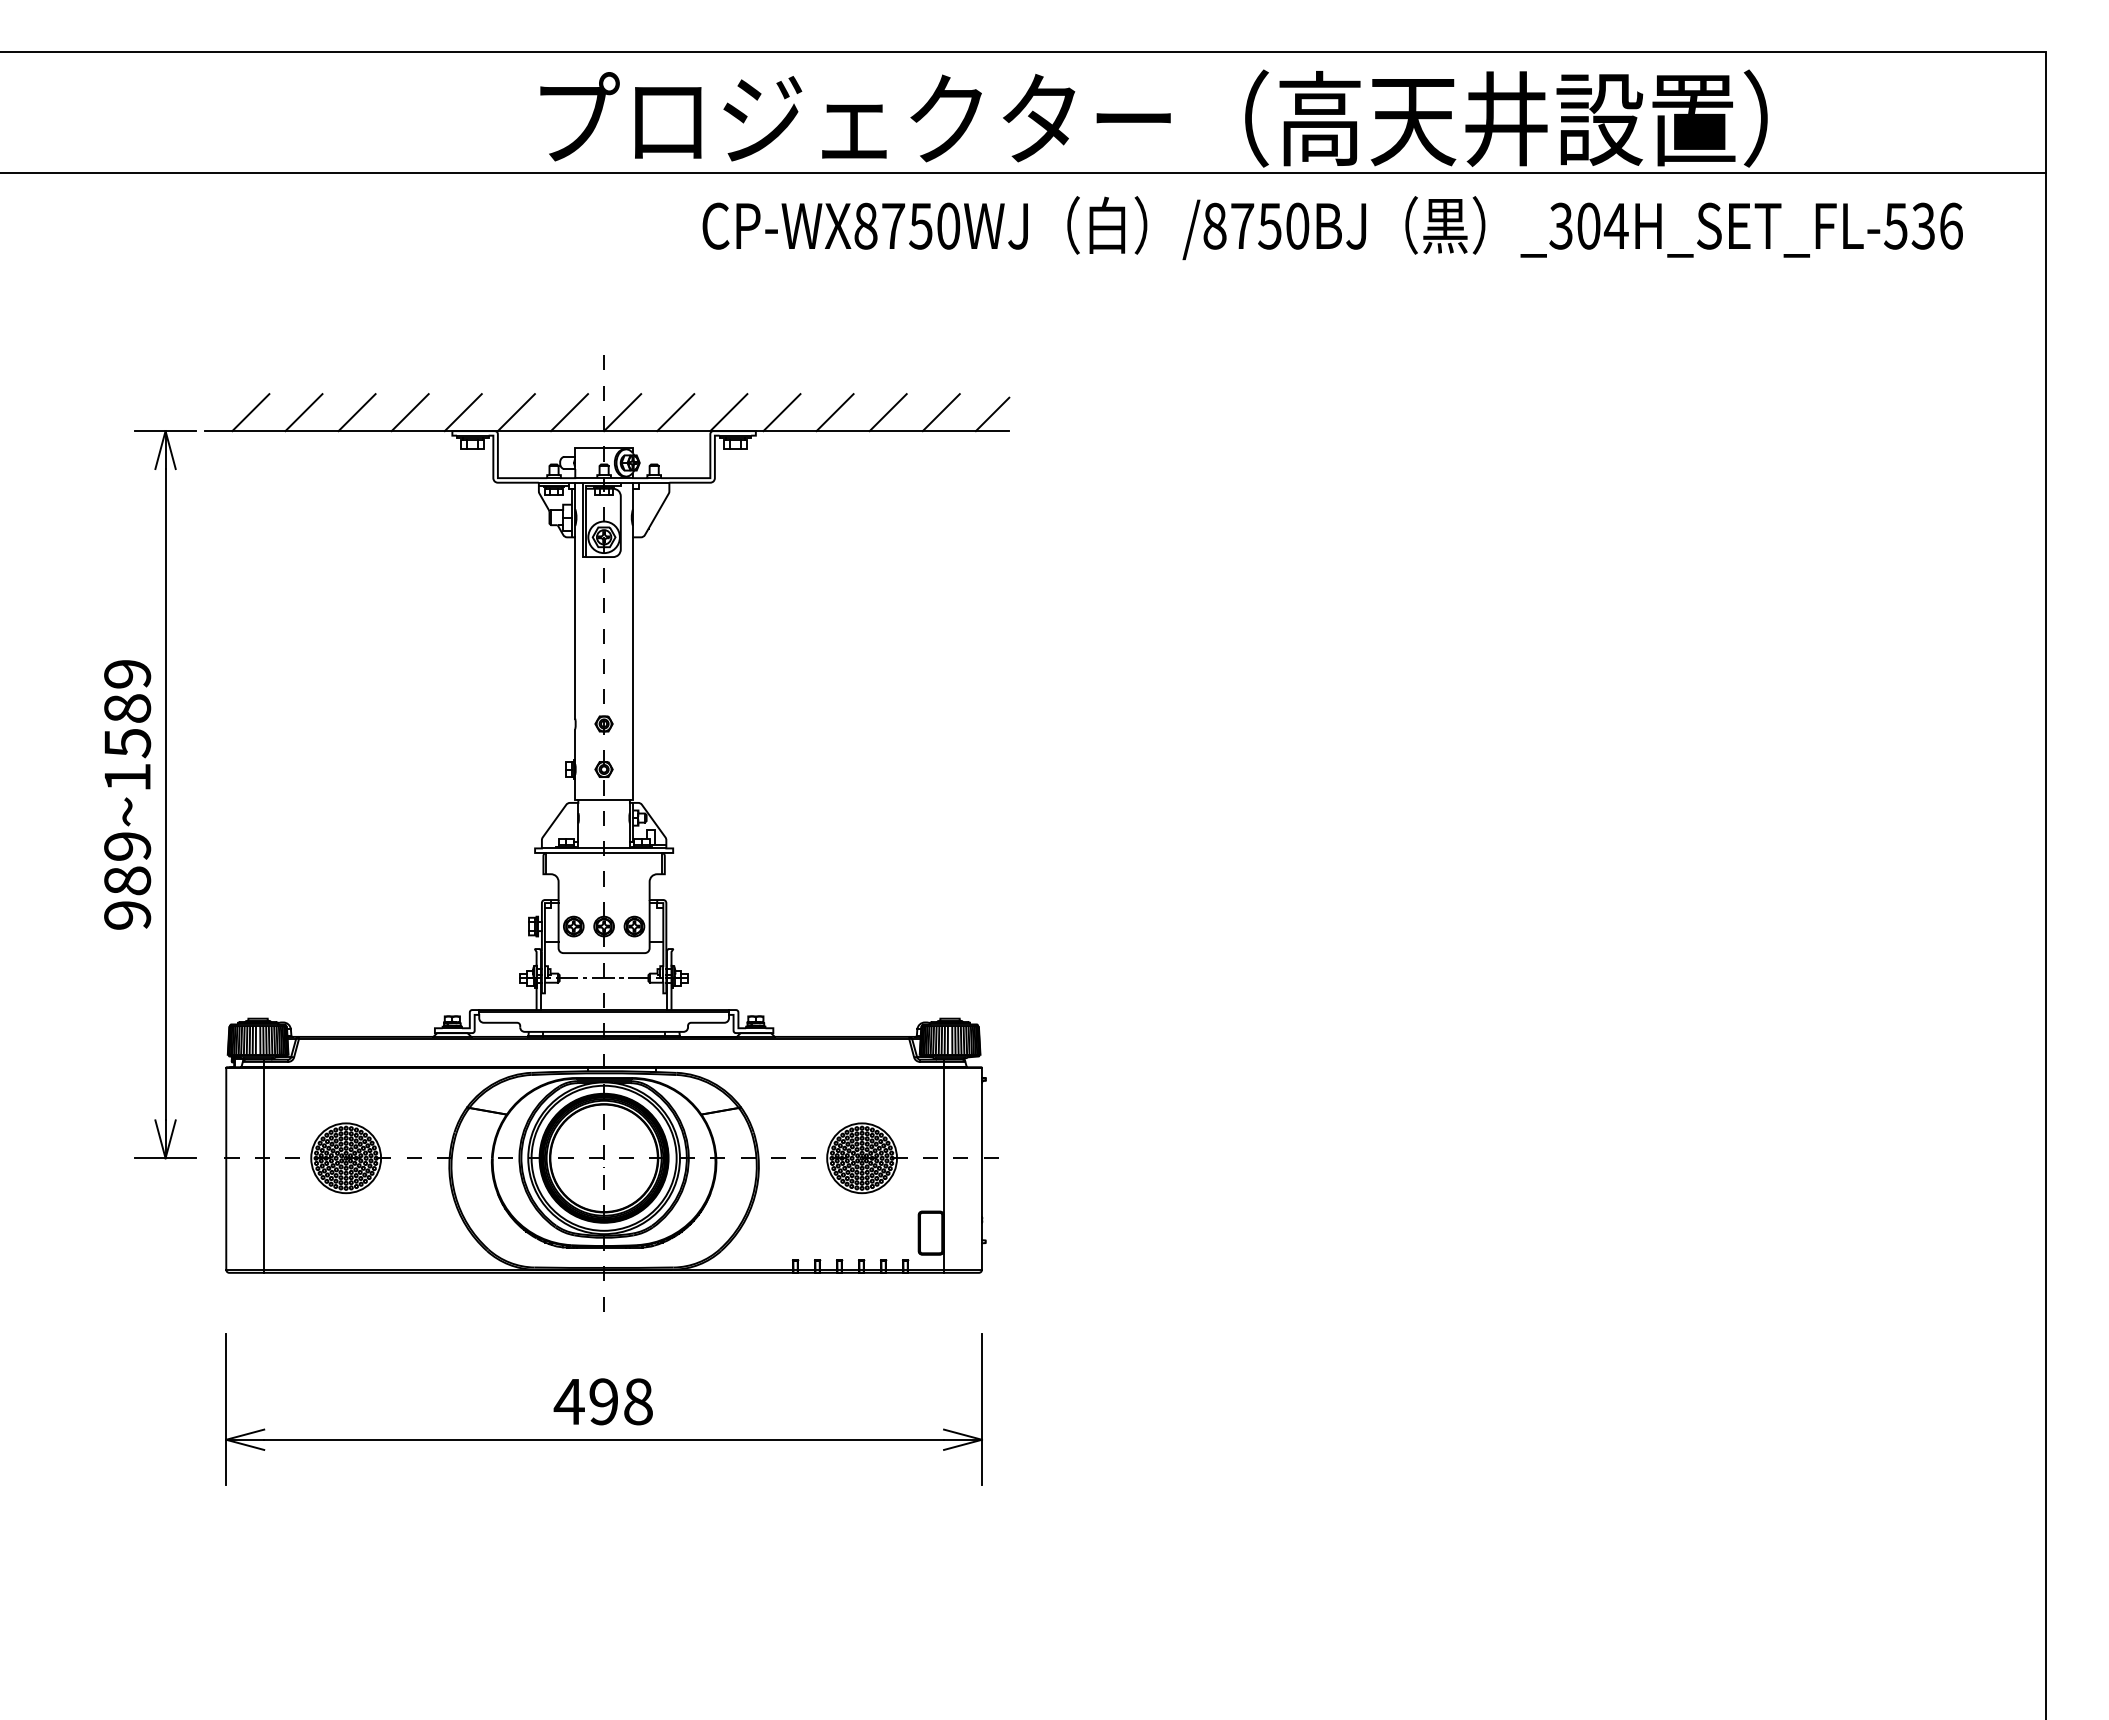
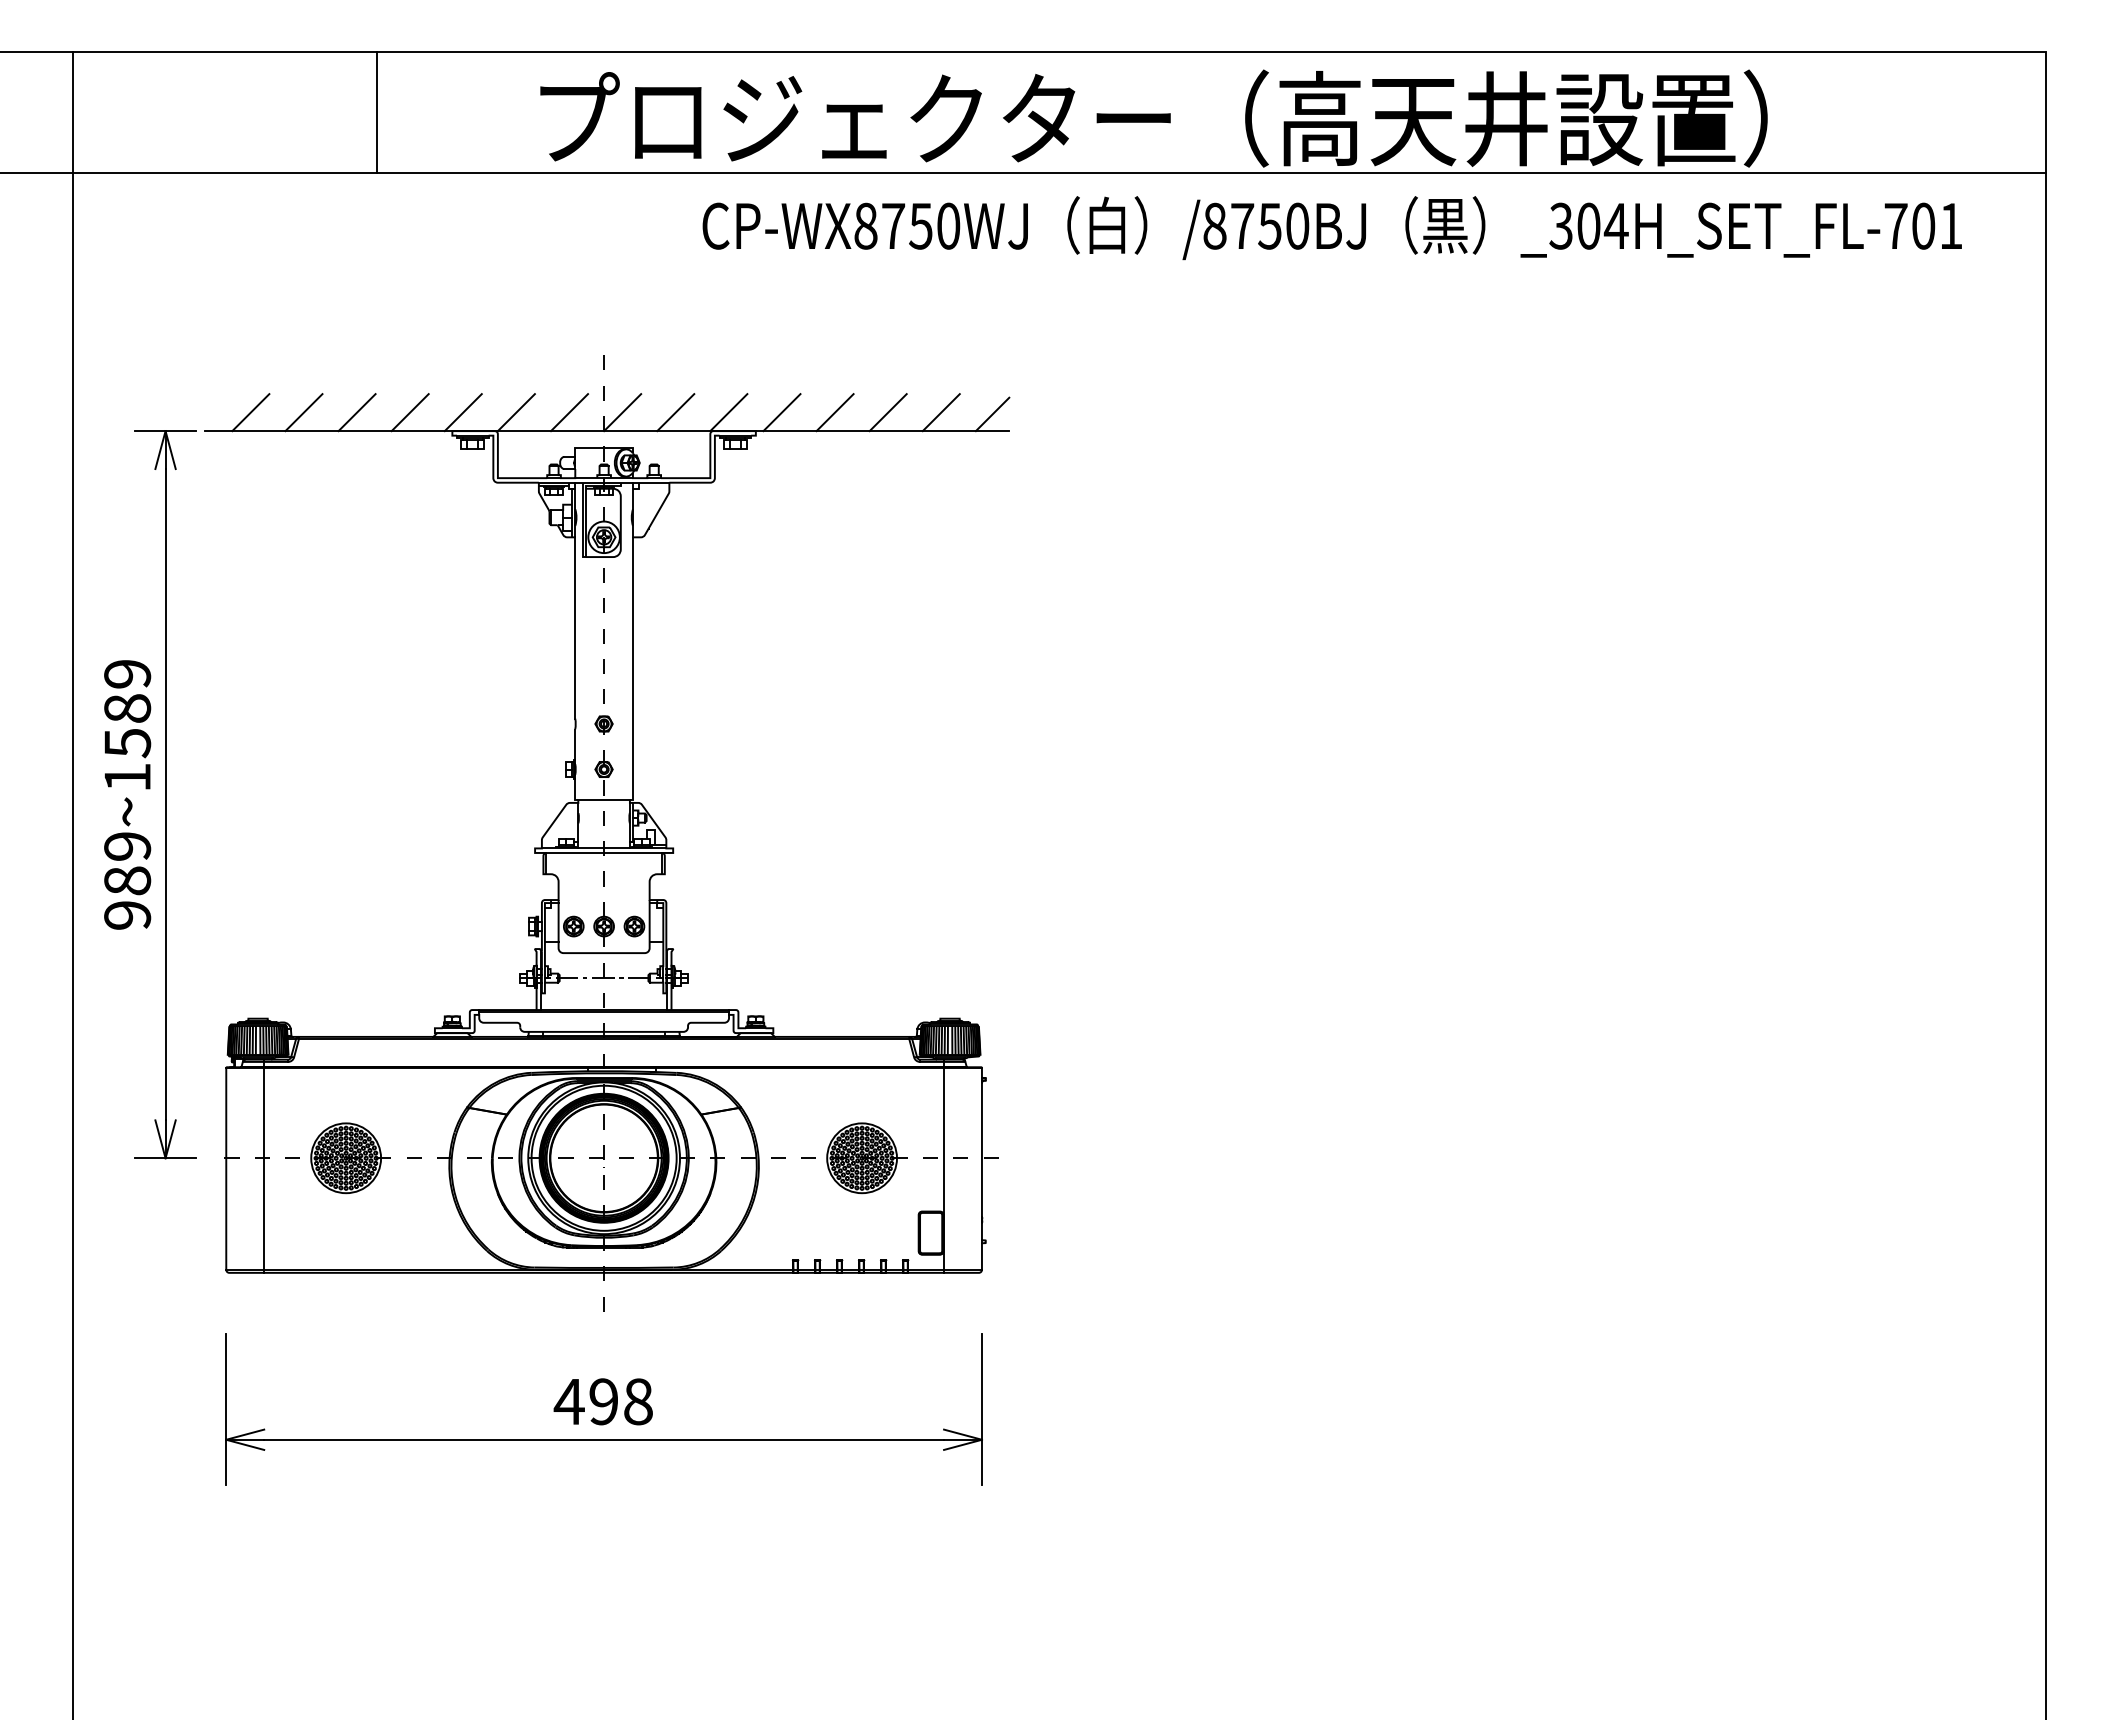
line at (376, 112): none -> present
text at (1923, 225): _304H_SET_FL-536 -> _304H_SET_FL-701
line at (73, 883): none -> present
